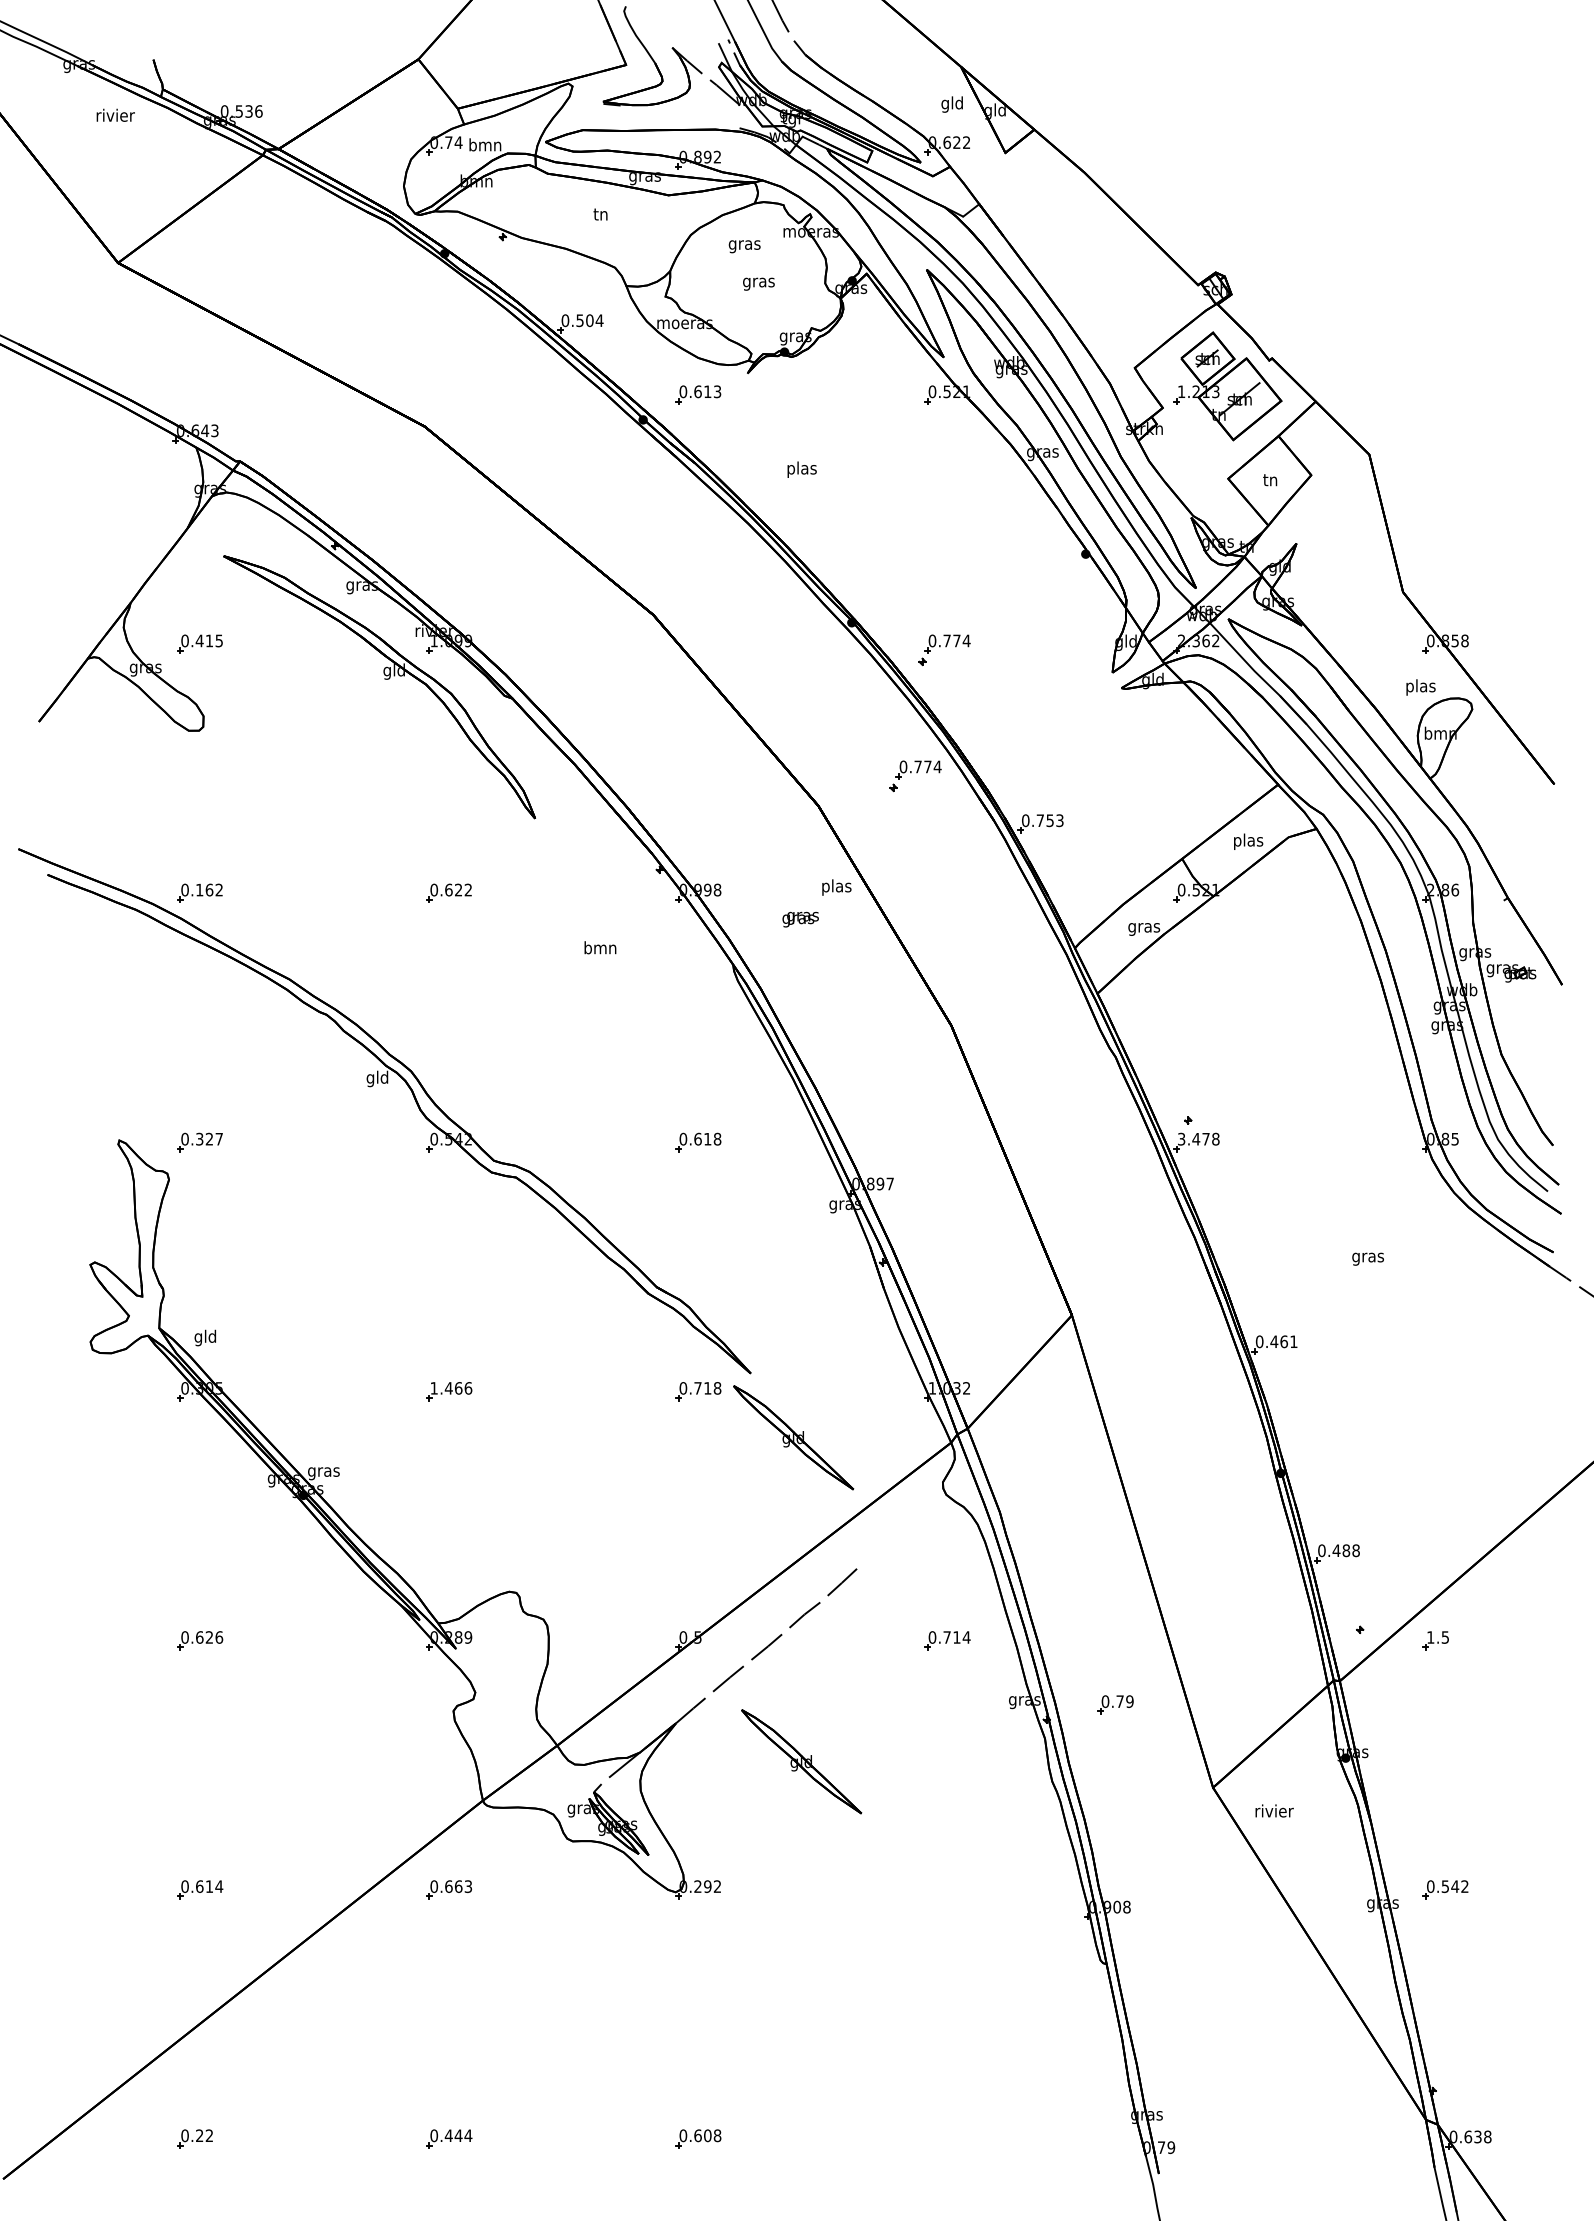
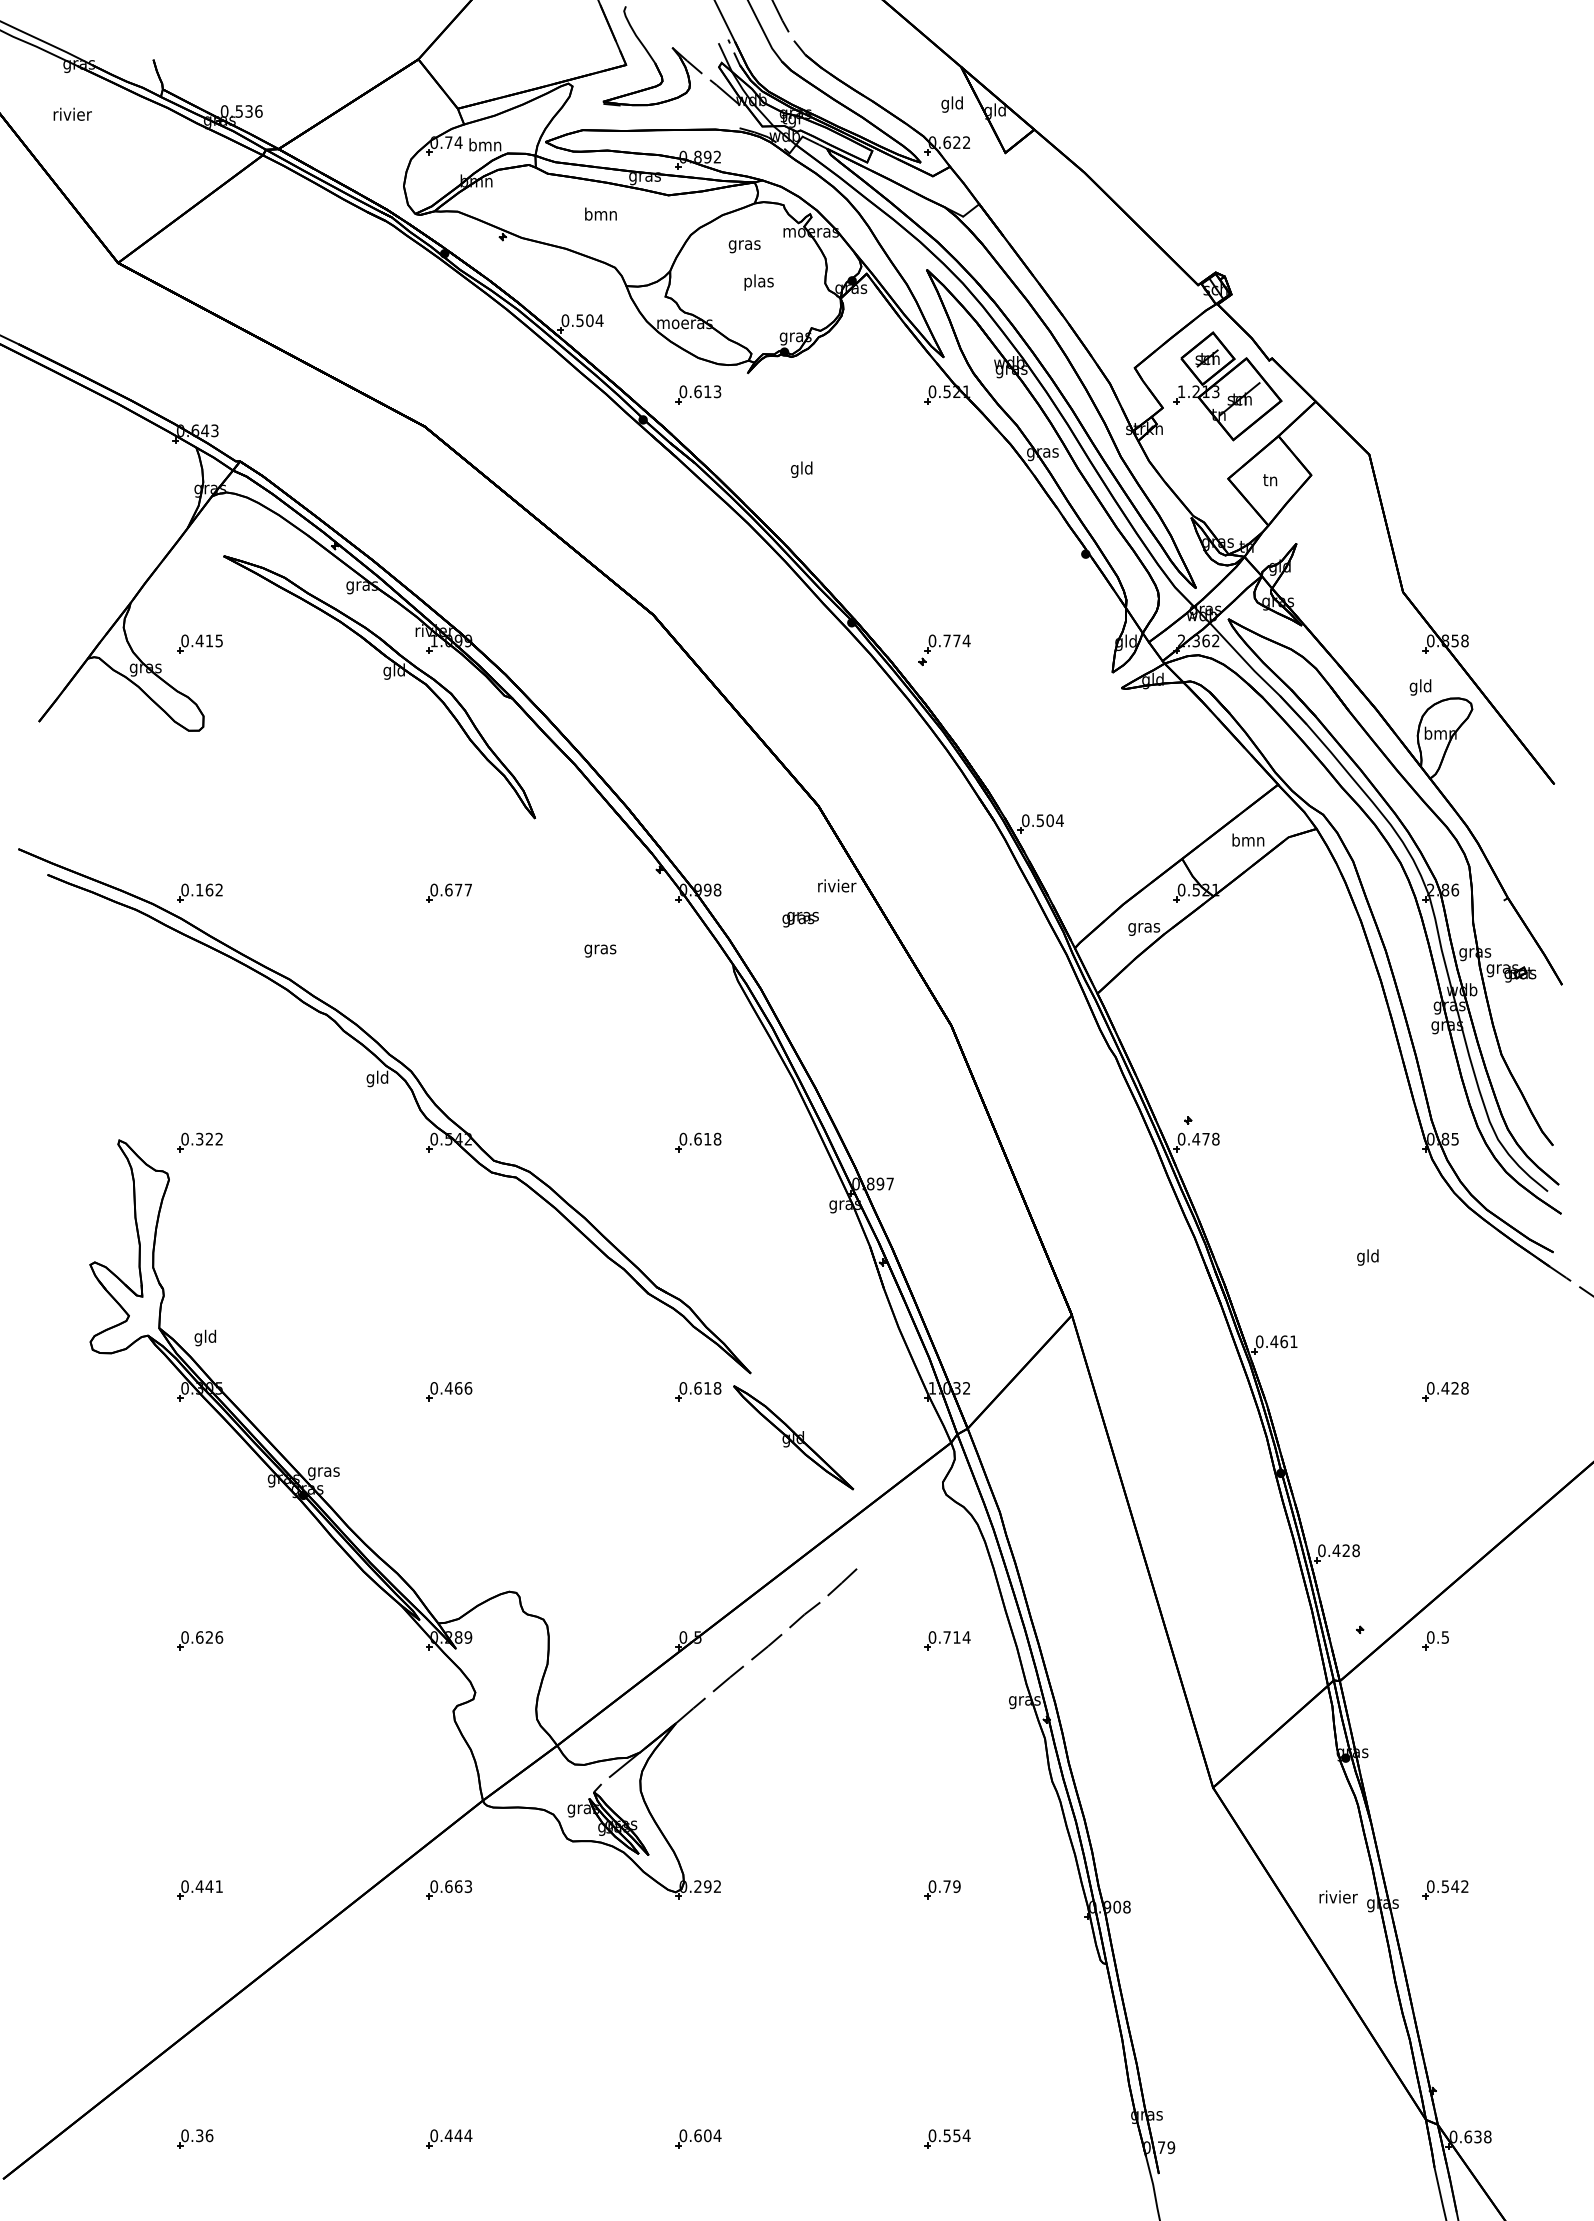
text at (115, 114) position: (115, 114) -> (72, 113)
text at (600, 213): tn -> bmn
text at (758, 282): gras -> plas
text at (801, 469): plas -> gld
text at (1420, 687): plas -> gld
part at (915, 776): present -> none
text at (1049, 820): 0.753 -> 0.504
text at (1248, 841): plas -> bmn
text at (837, 887): plas -> rivier
text at (463, 889): 0.622 -> 0.677
text at (600, 949): bmn -> gras
text at (218, 1138): 0.327 -> 0.322
text at (1181, 1138): 3.478 -> 0.478
text at (1367, 1257): gras -> gld
text at (434, 1388): 1.466 -> 0.466
text at (697, 1388): 0.718 -> 0.618
part at (1445, 1391): none -> present
text at (1346, 1550): 0.488 -> 0.428
text at (1430, 1637): 1.5 -> 0.5
part at (1115, 1704) position: (1115, 1704) -> (942, 1889)
part at (801, 1761): present -> none
text at (1274, 1810) position: (1274, 1810) -> (1338, 1896)
text at (209, 1886): 0.614 -> 0.441
text at (204, 2135): 0.22 -> 0.36
text at (717, 2135): 0.608 -> 0.604
part at (947, 2138): none -> present
